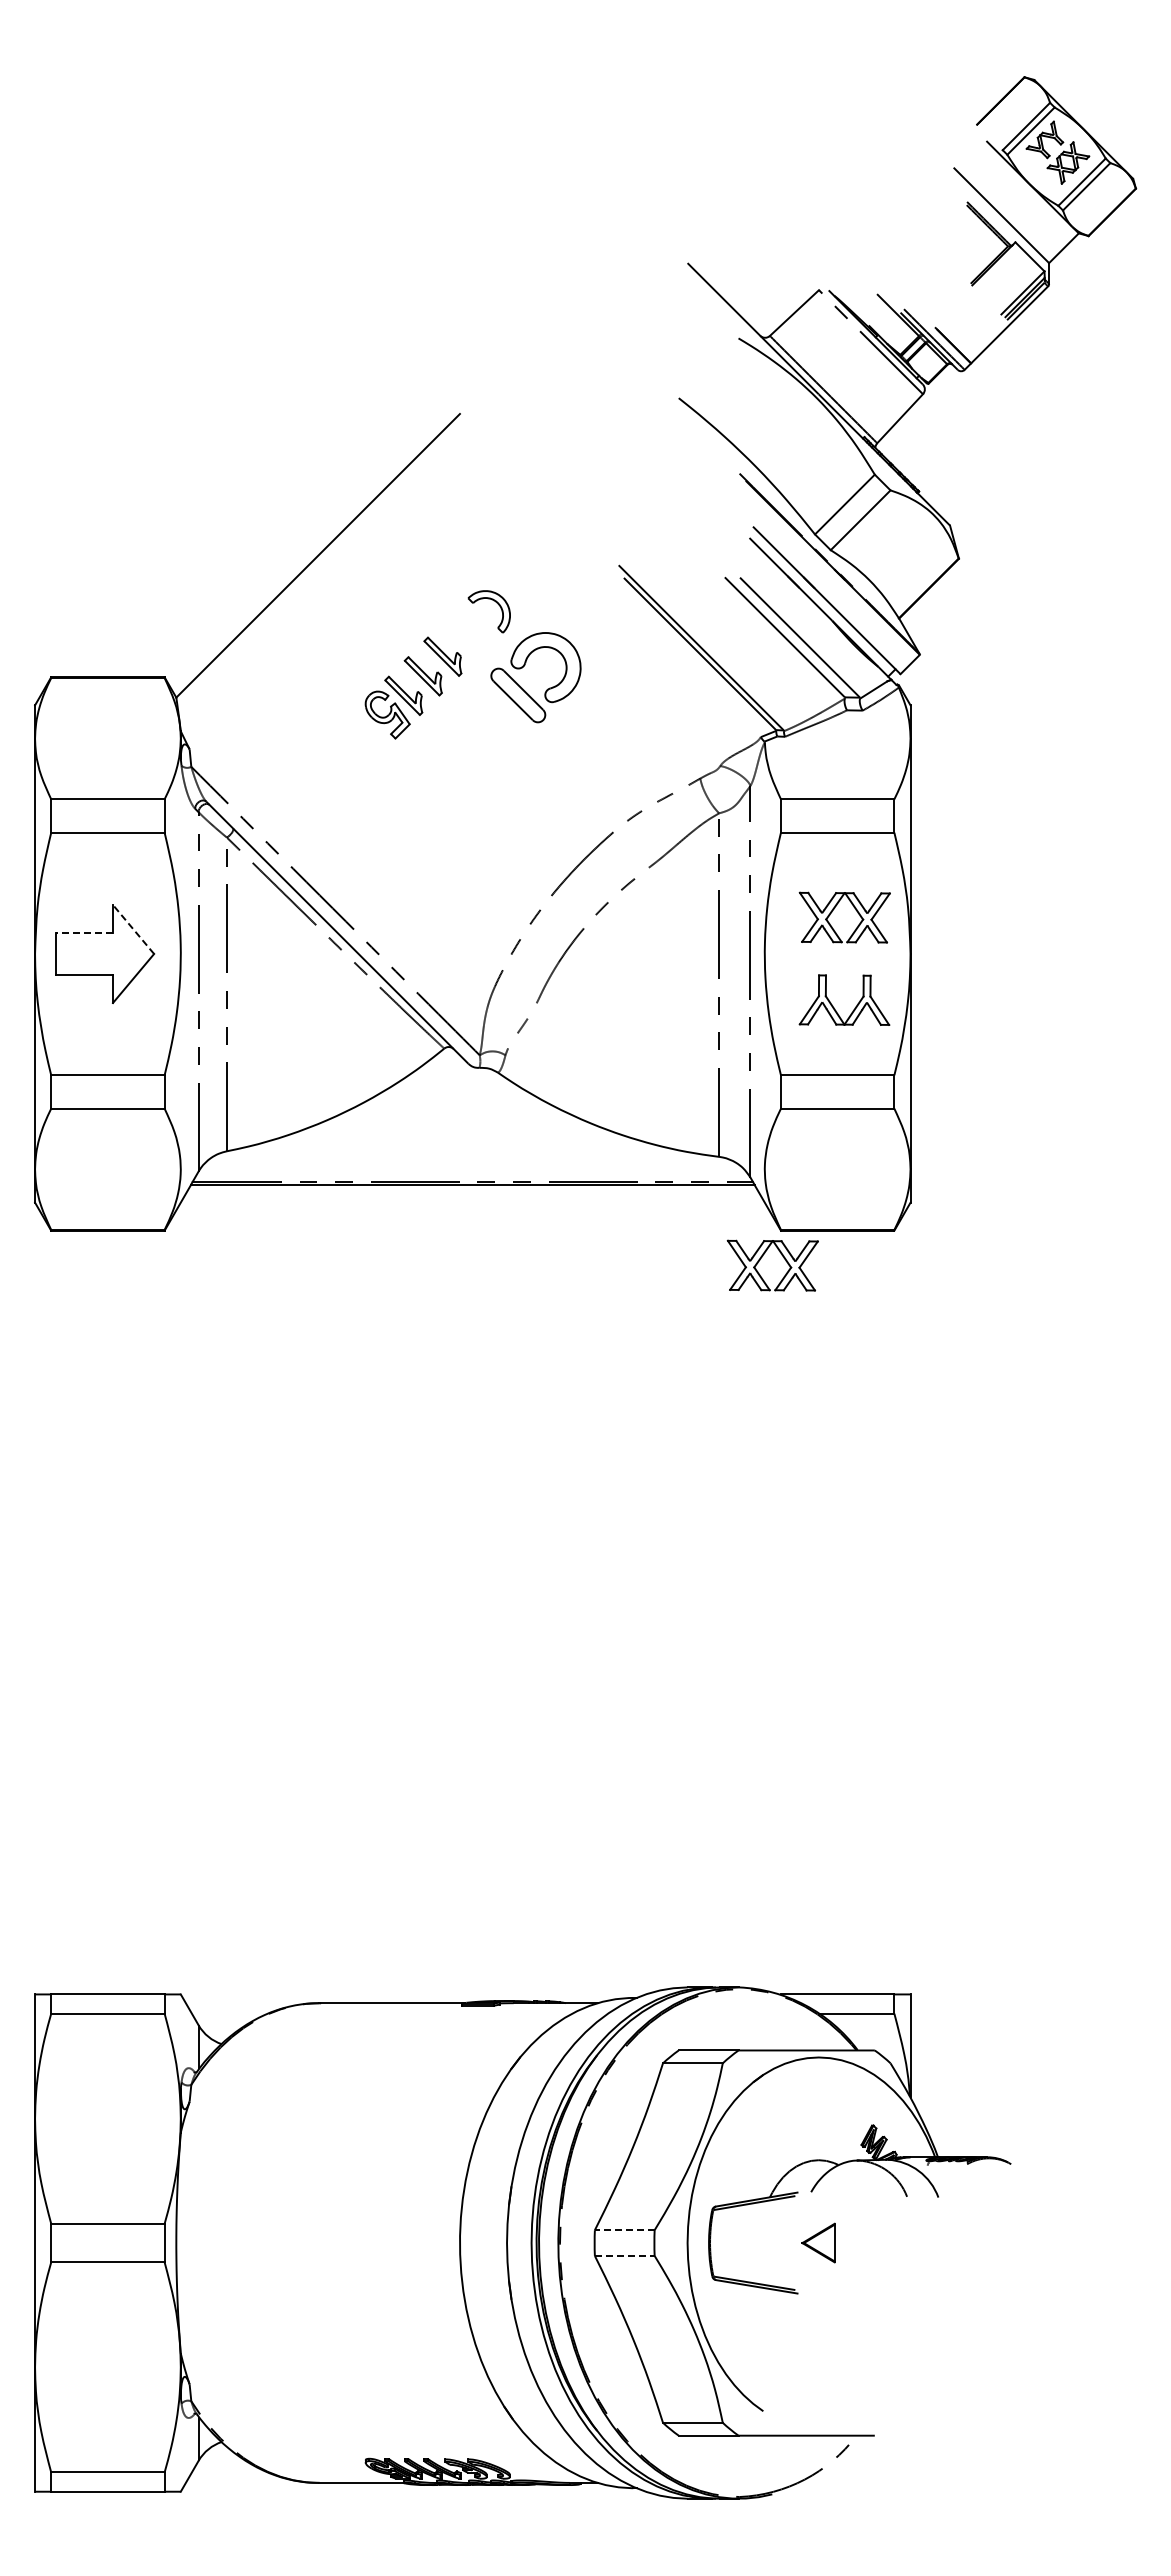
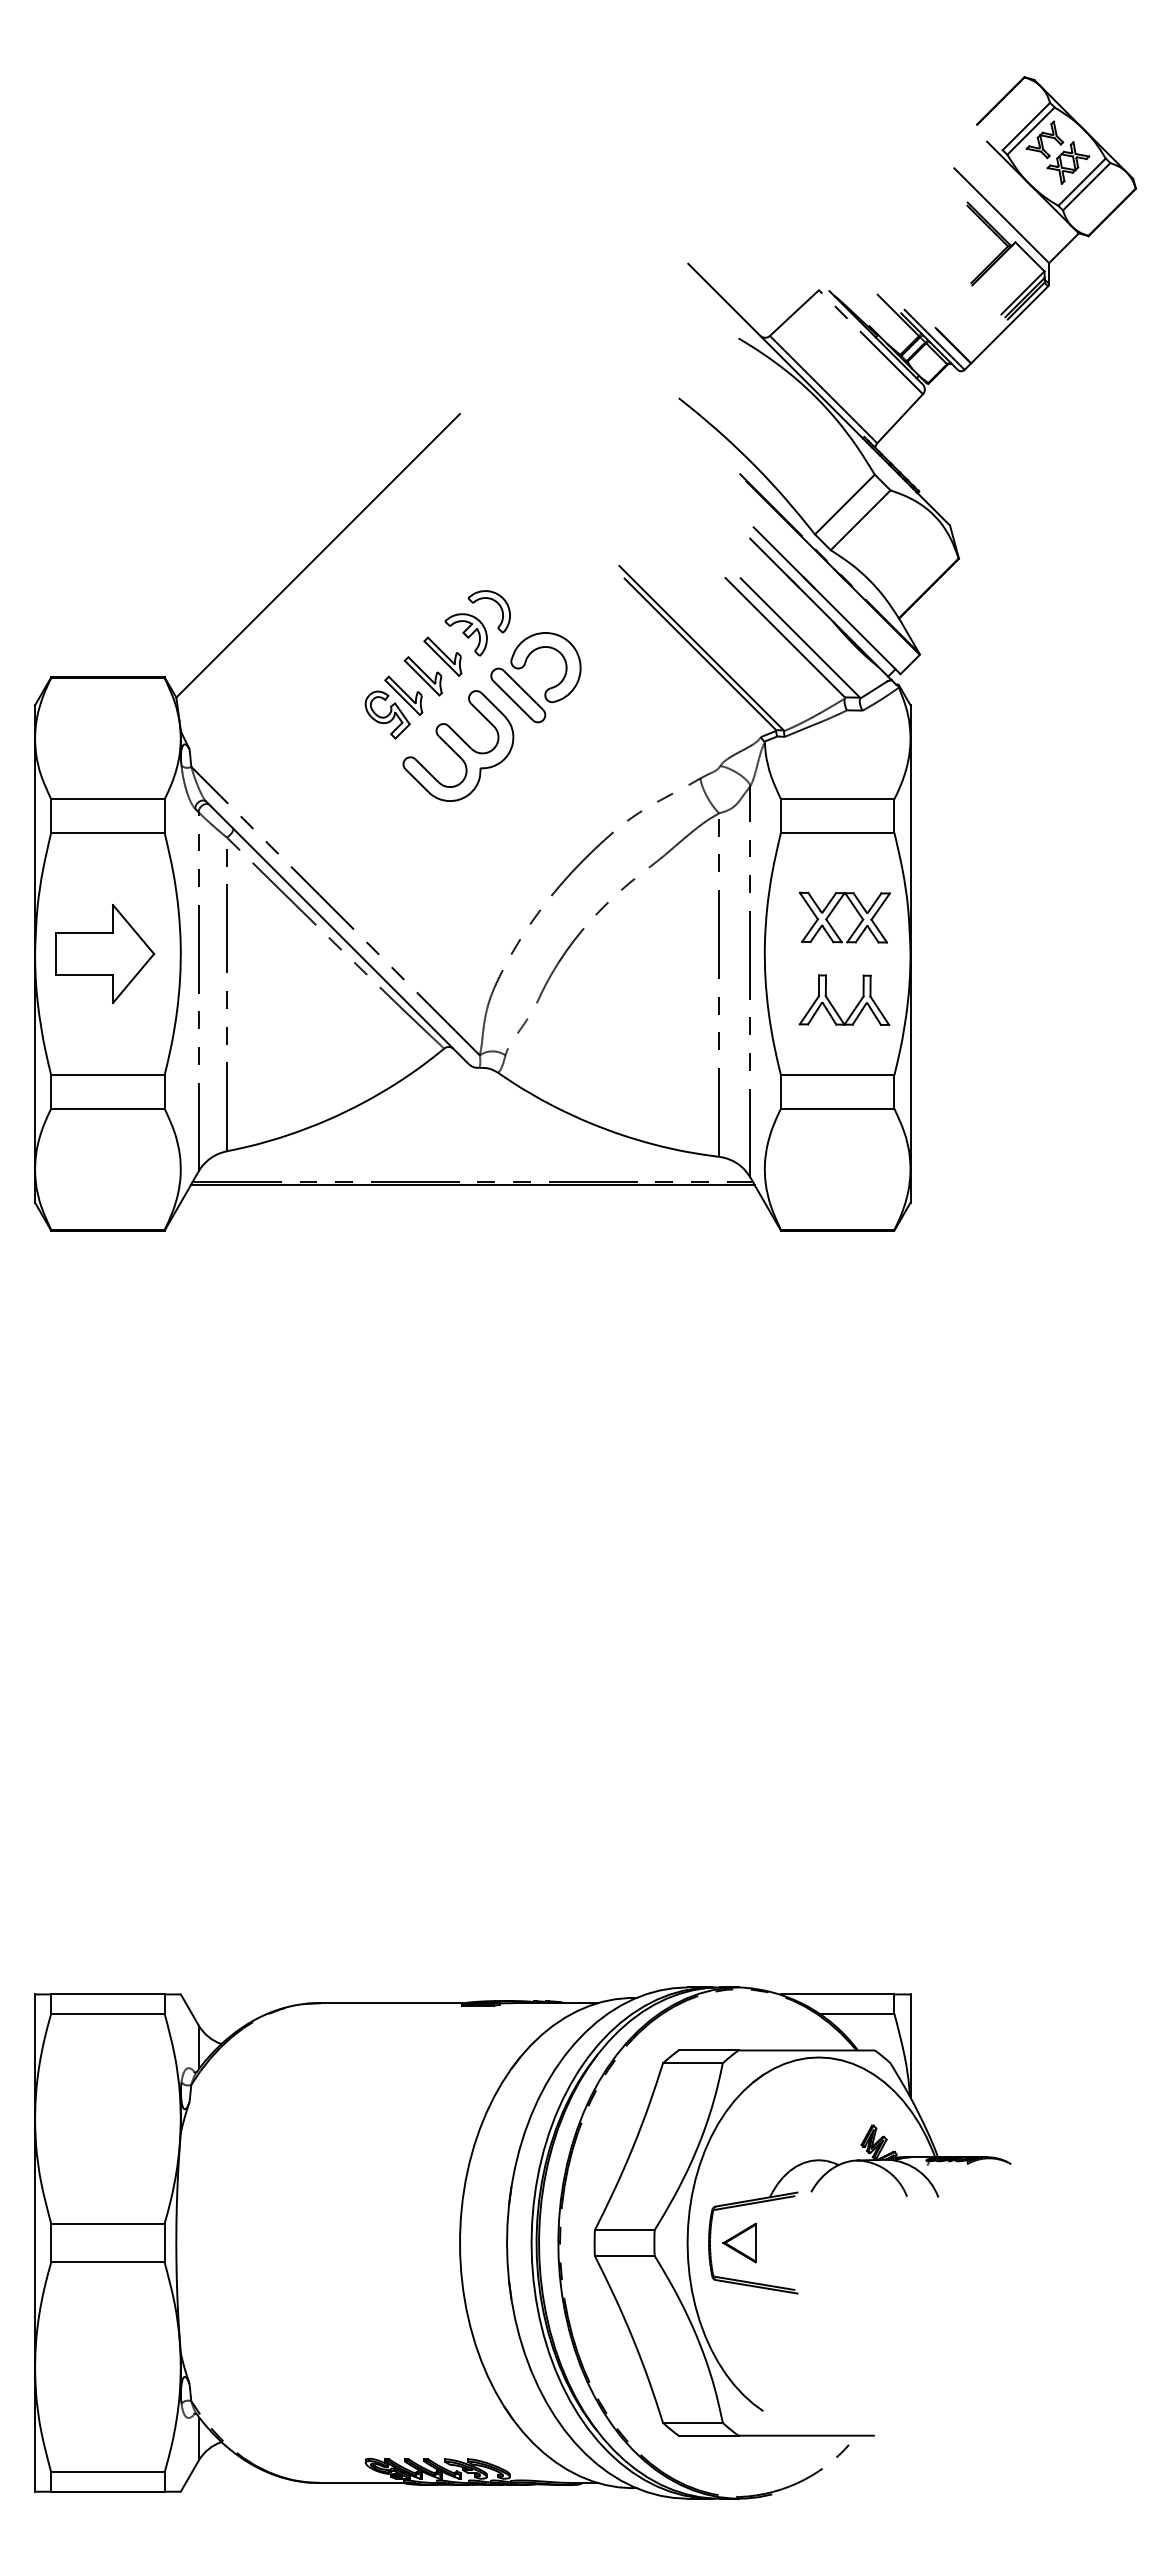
part at (465, 634): none -> present
part at (458, 745): none -> present
line at (133, 929): dashed -> solid
line at (84, 933): dashed -> solid
part at (763, 1256): present -> none
line at (624, 2230): dashed -> solid
part at (818, 2242) position: (818, 2242) -> (739, 2242)
line at (624, 2255): dashed -> solid
